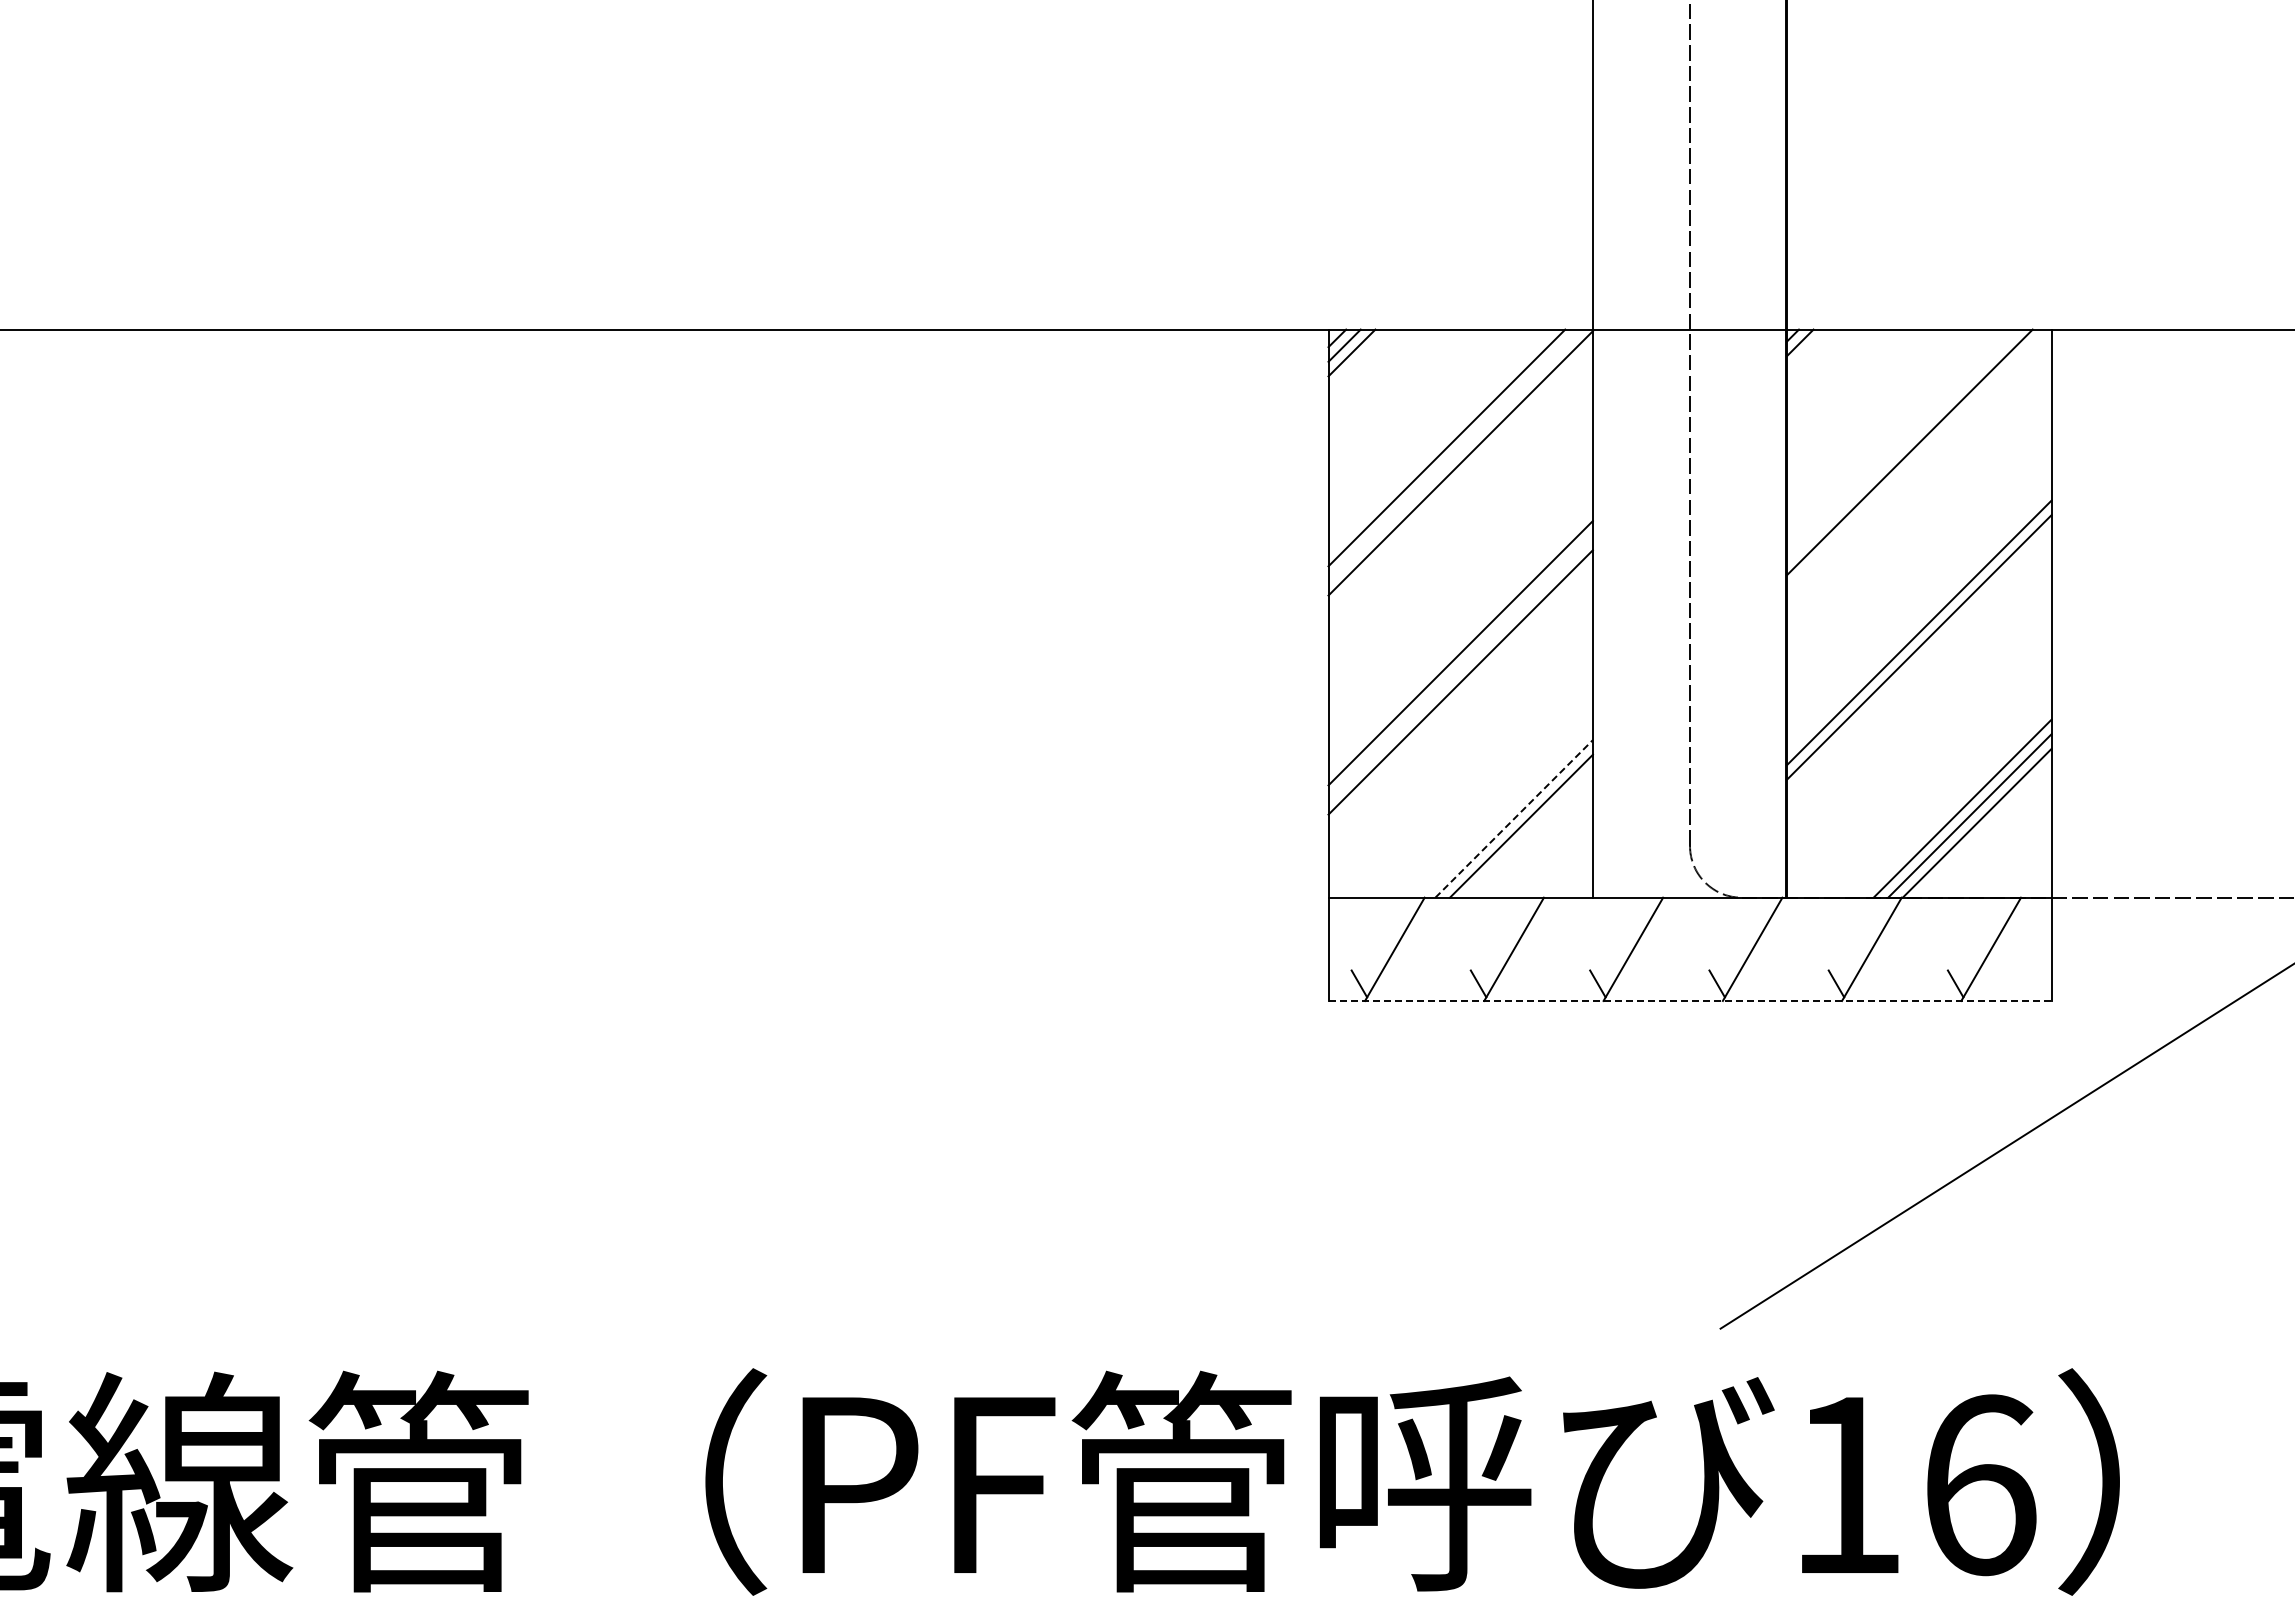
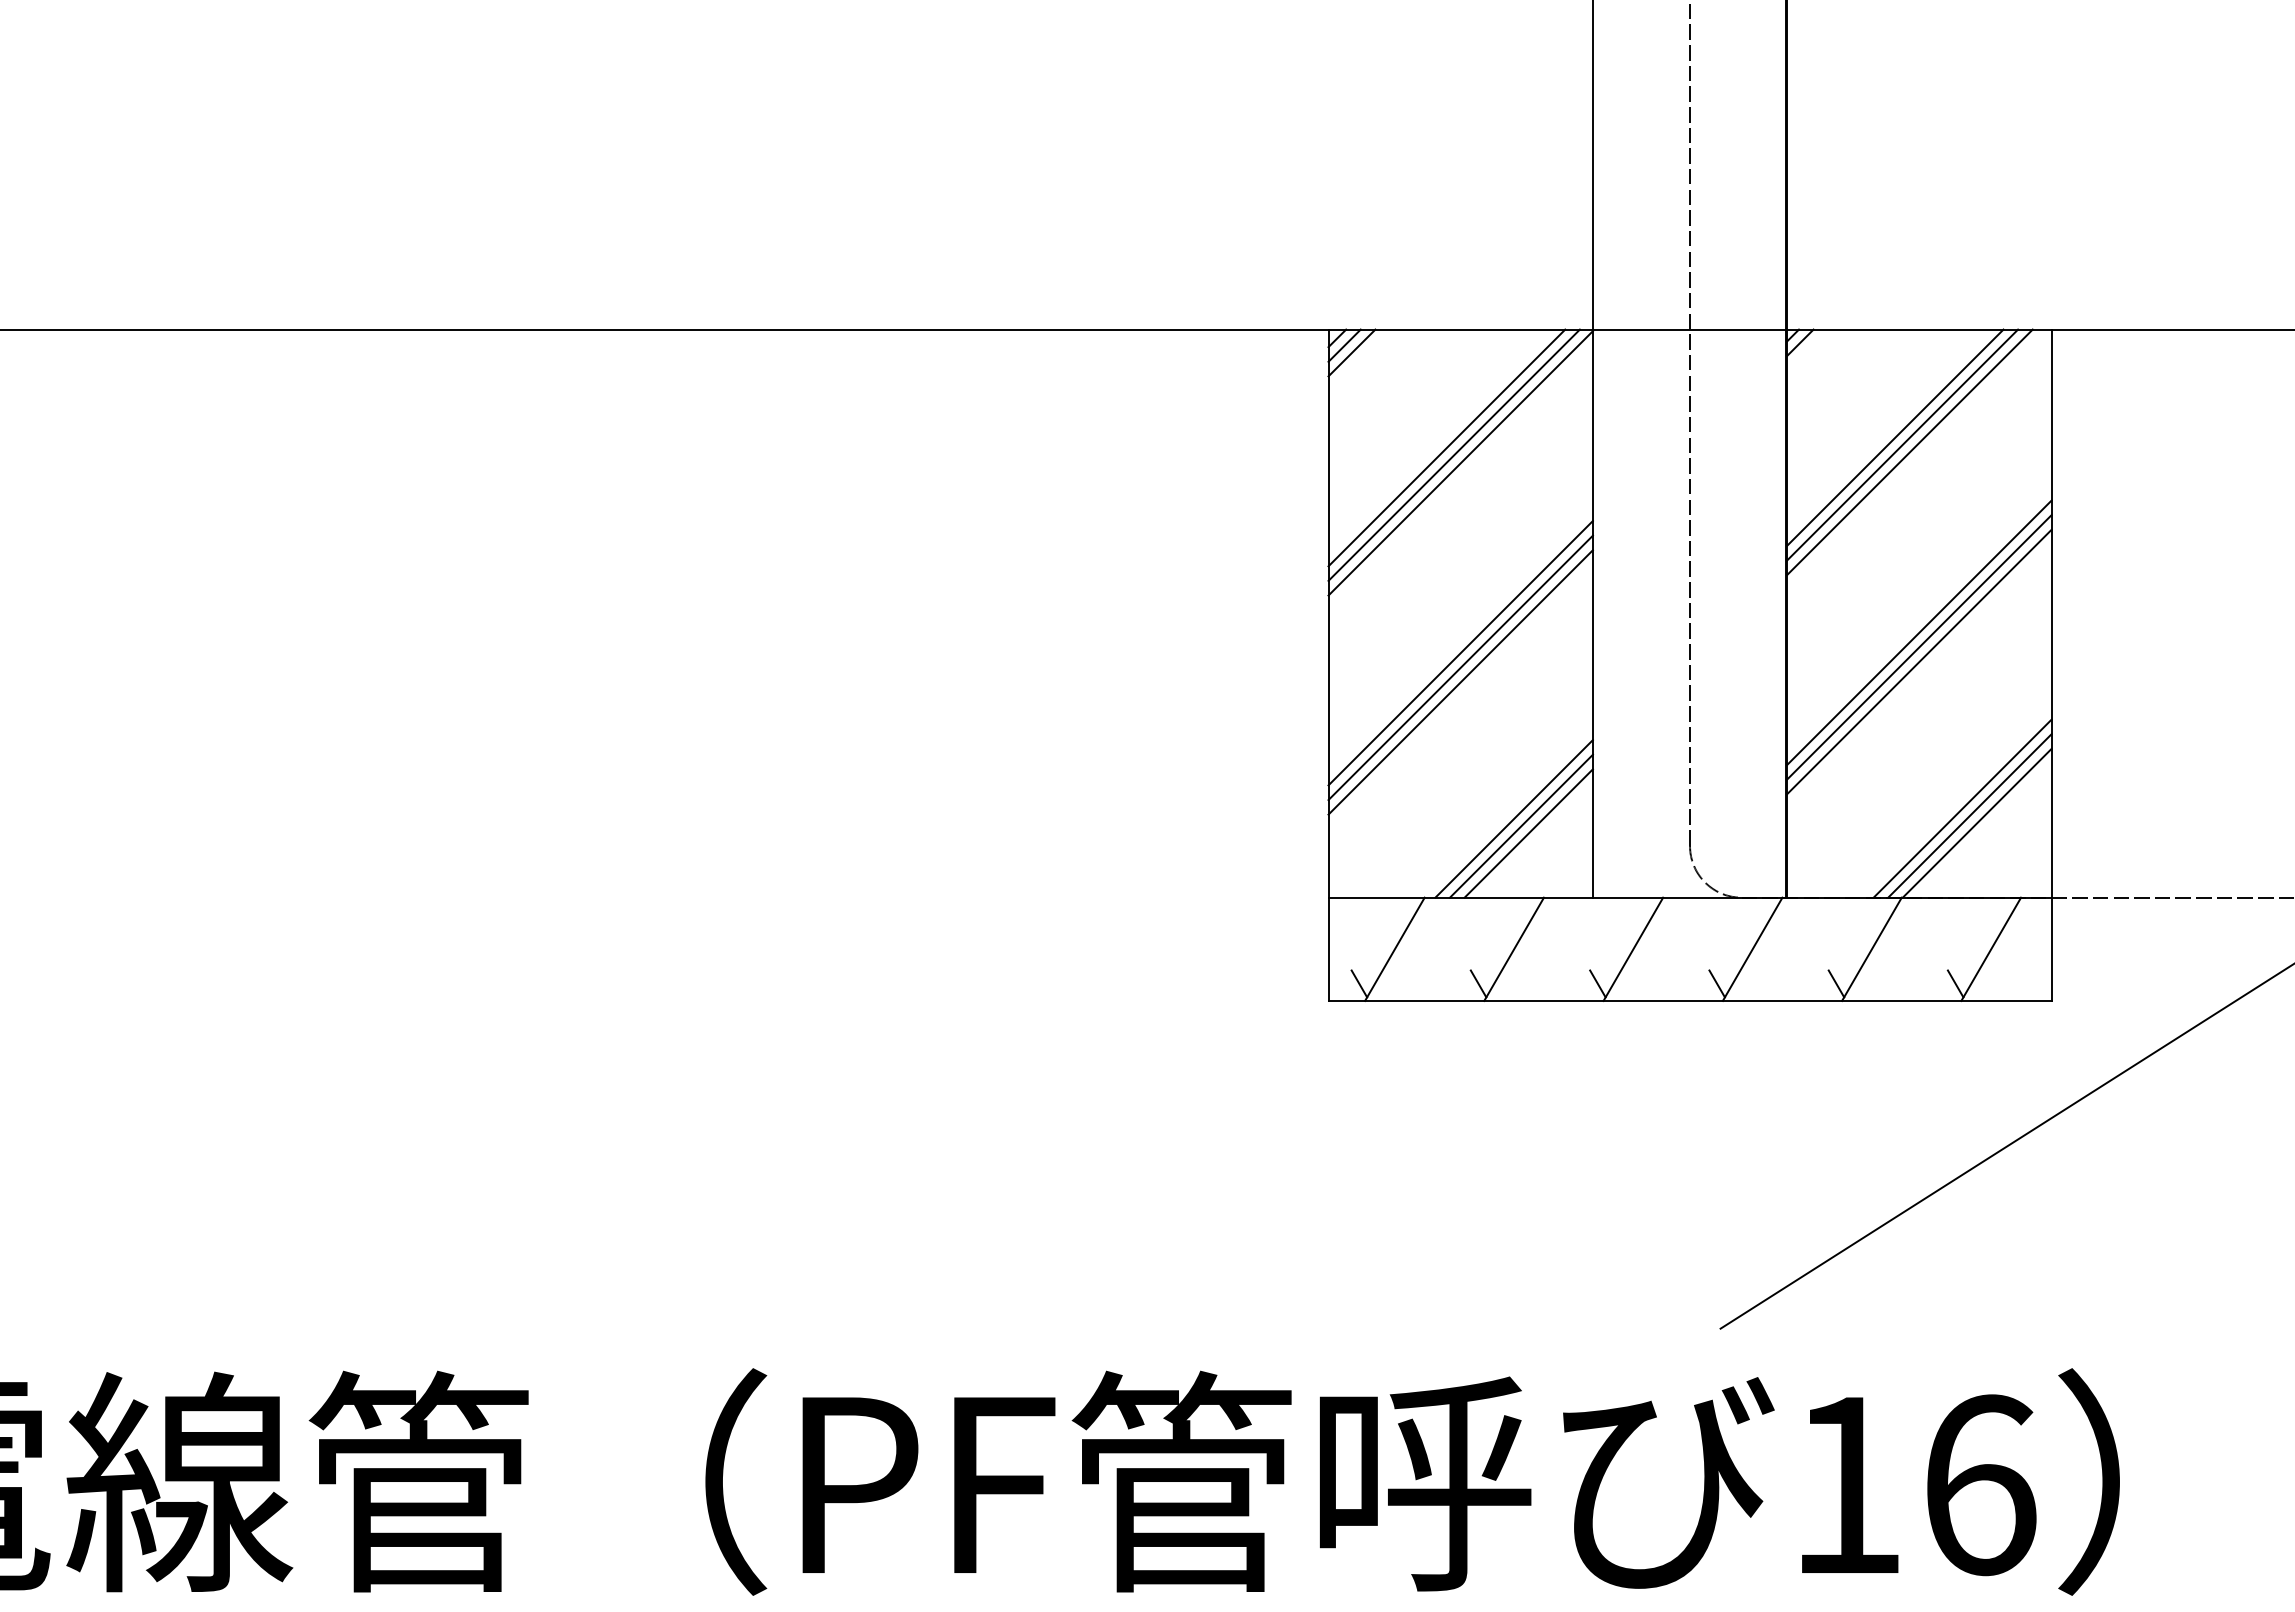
line at (1895, 437): none -> present
line at (1902, 444): none -> present
line at (1453, 454): none -> present
line at (1919, 661): none -> present
line at (1460, 667): none -> present
line at (1514, 818): dashed -> solid
line at (1528, 833): none -> present
line at (1690, 1000): dashed -> solid
